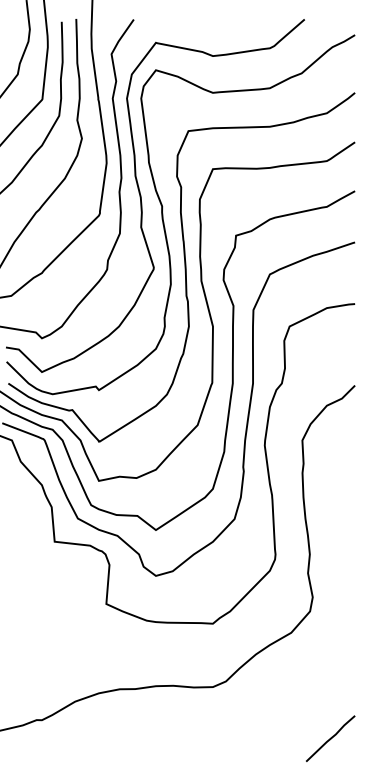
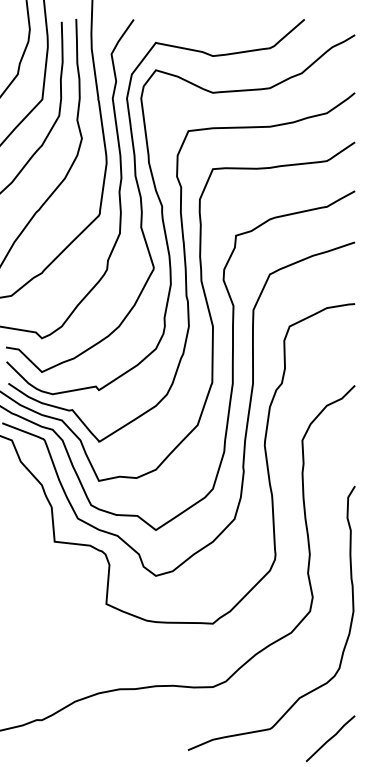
curve at (345, 641): none -> present
